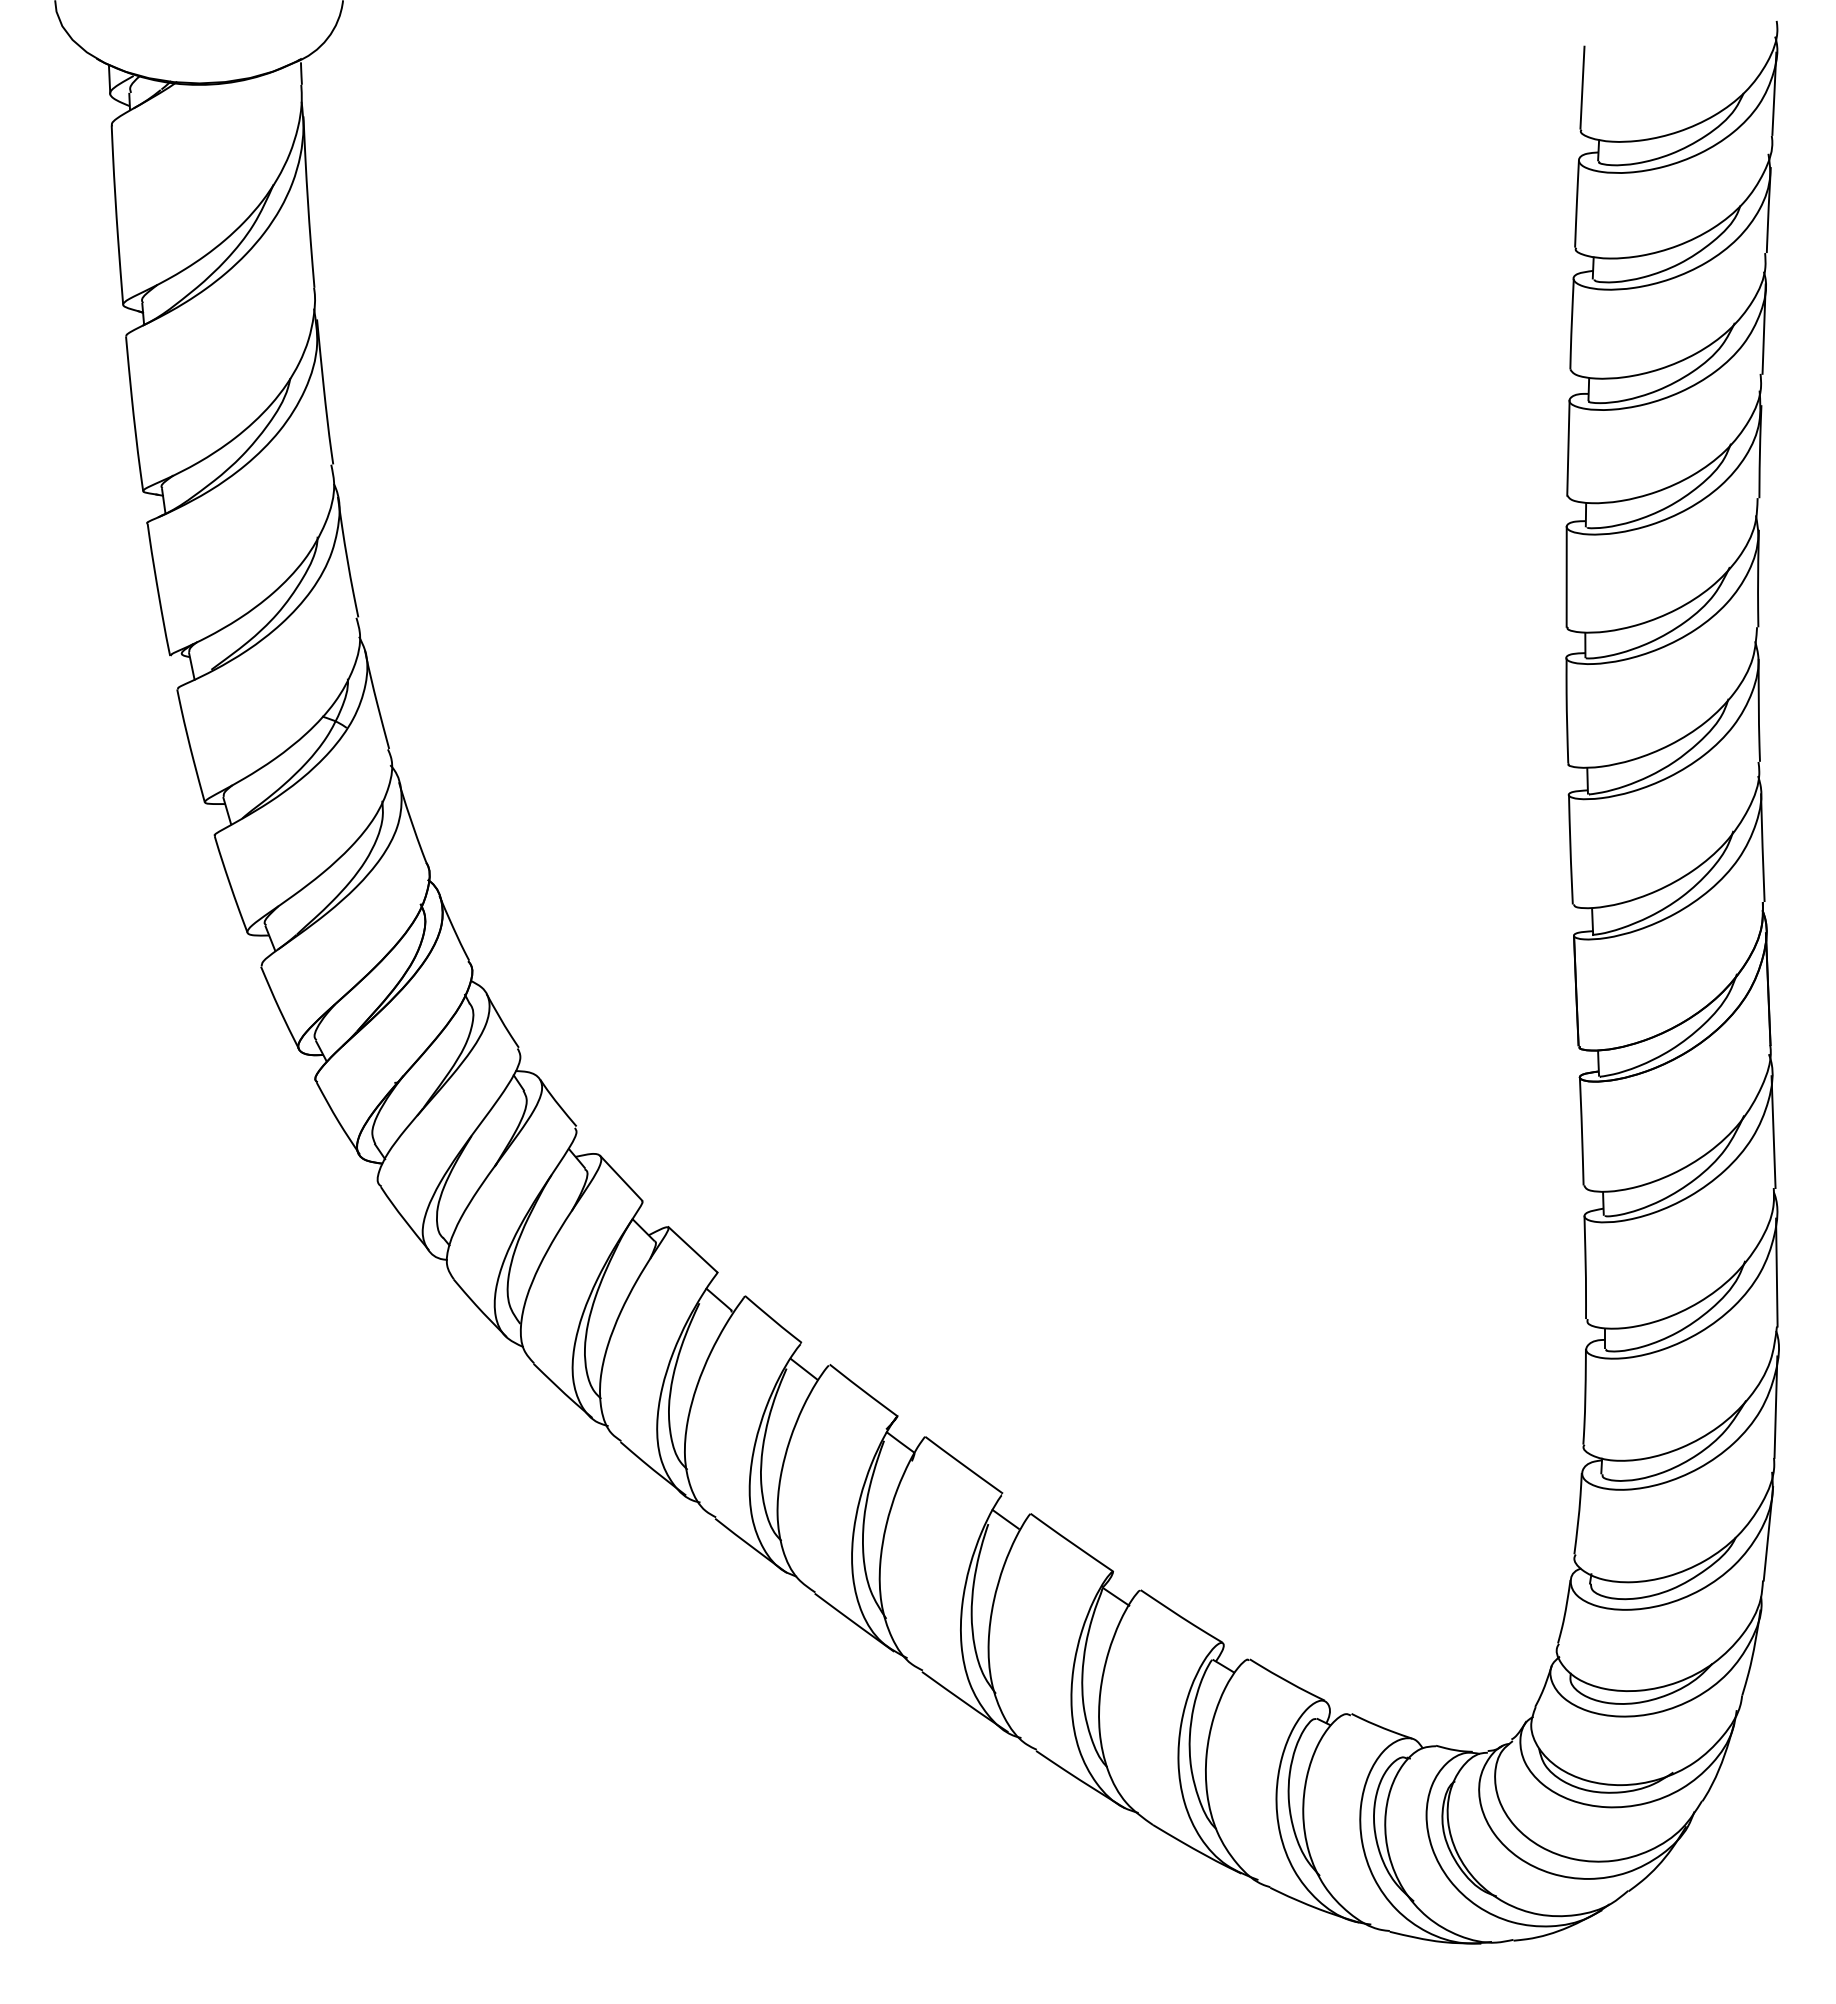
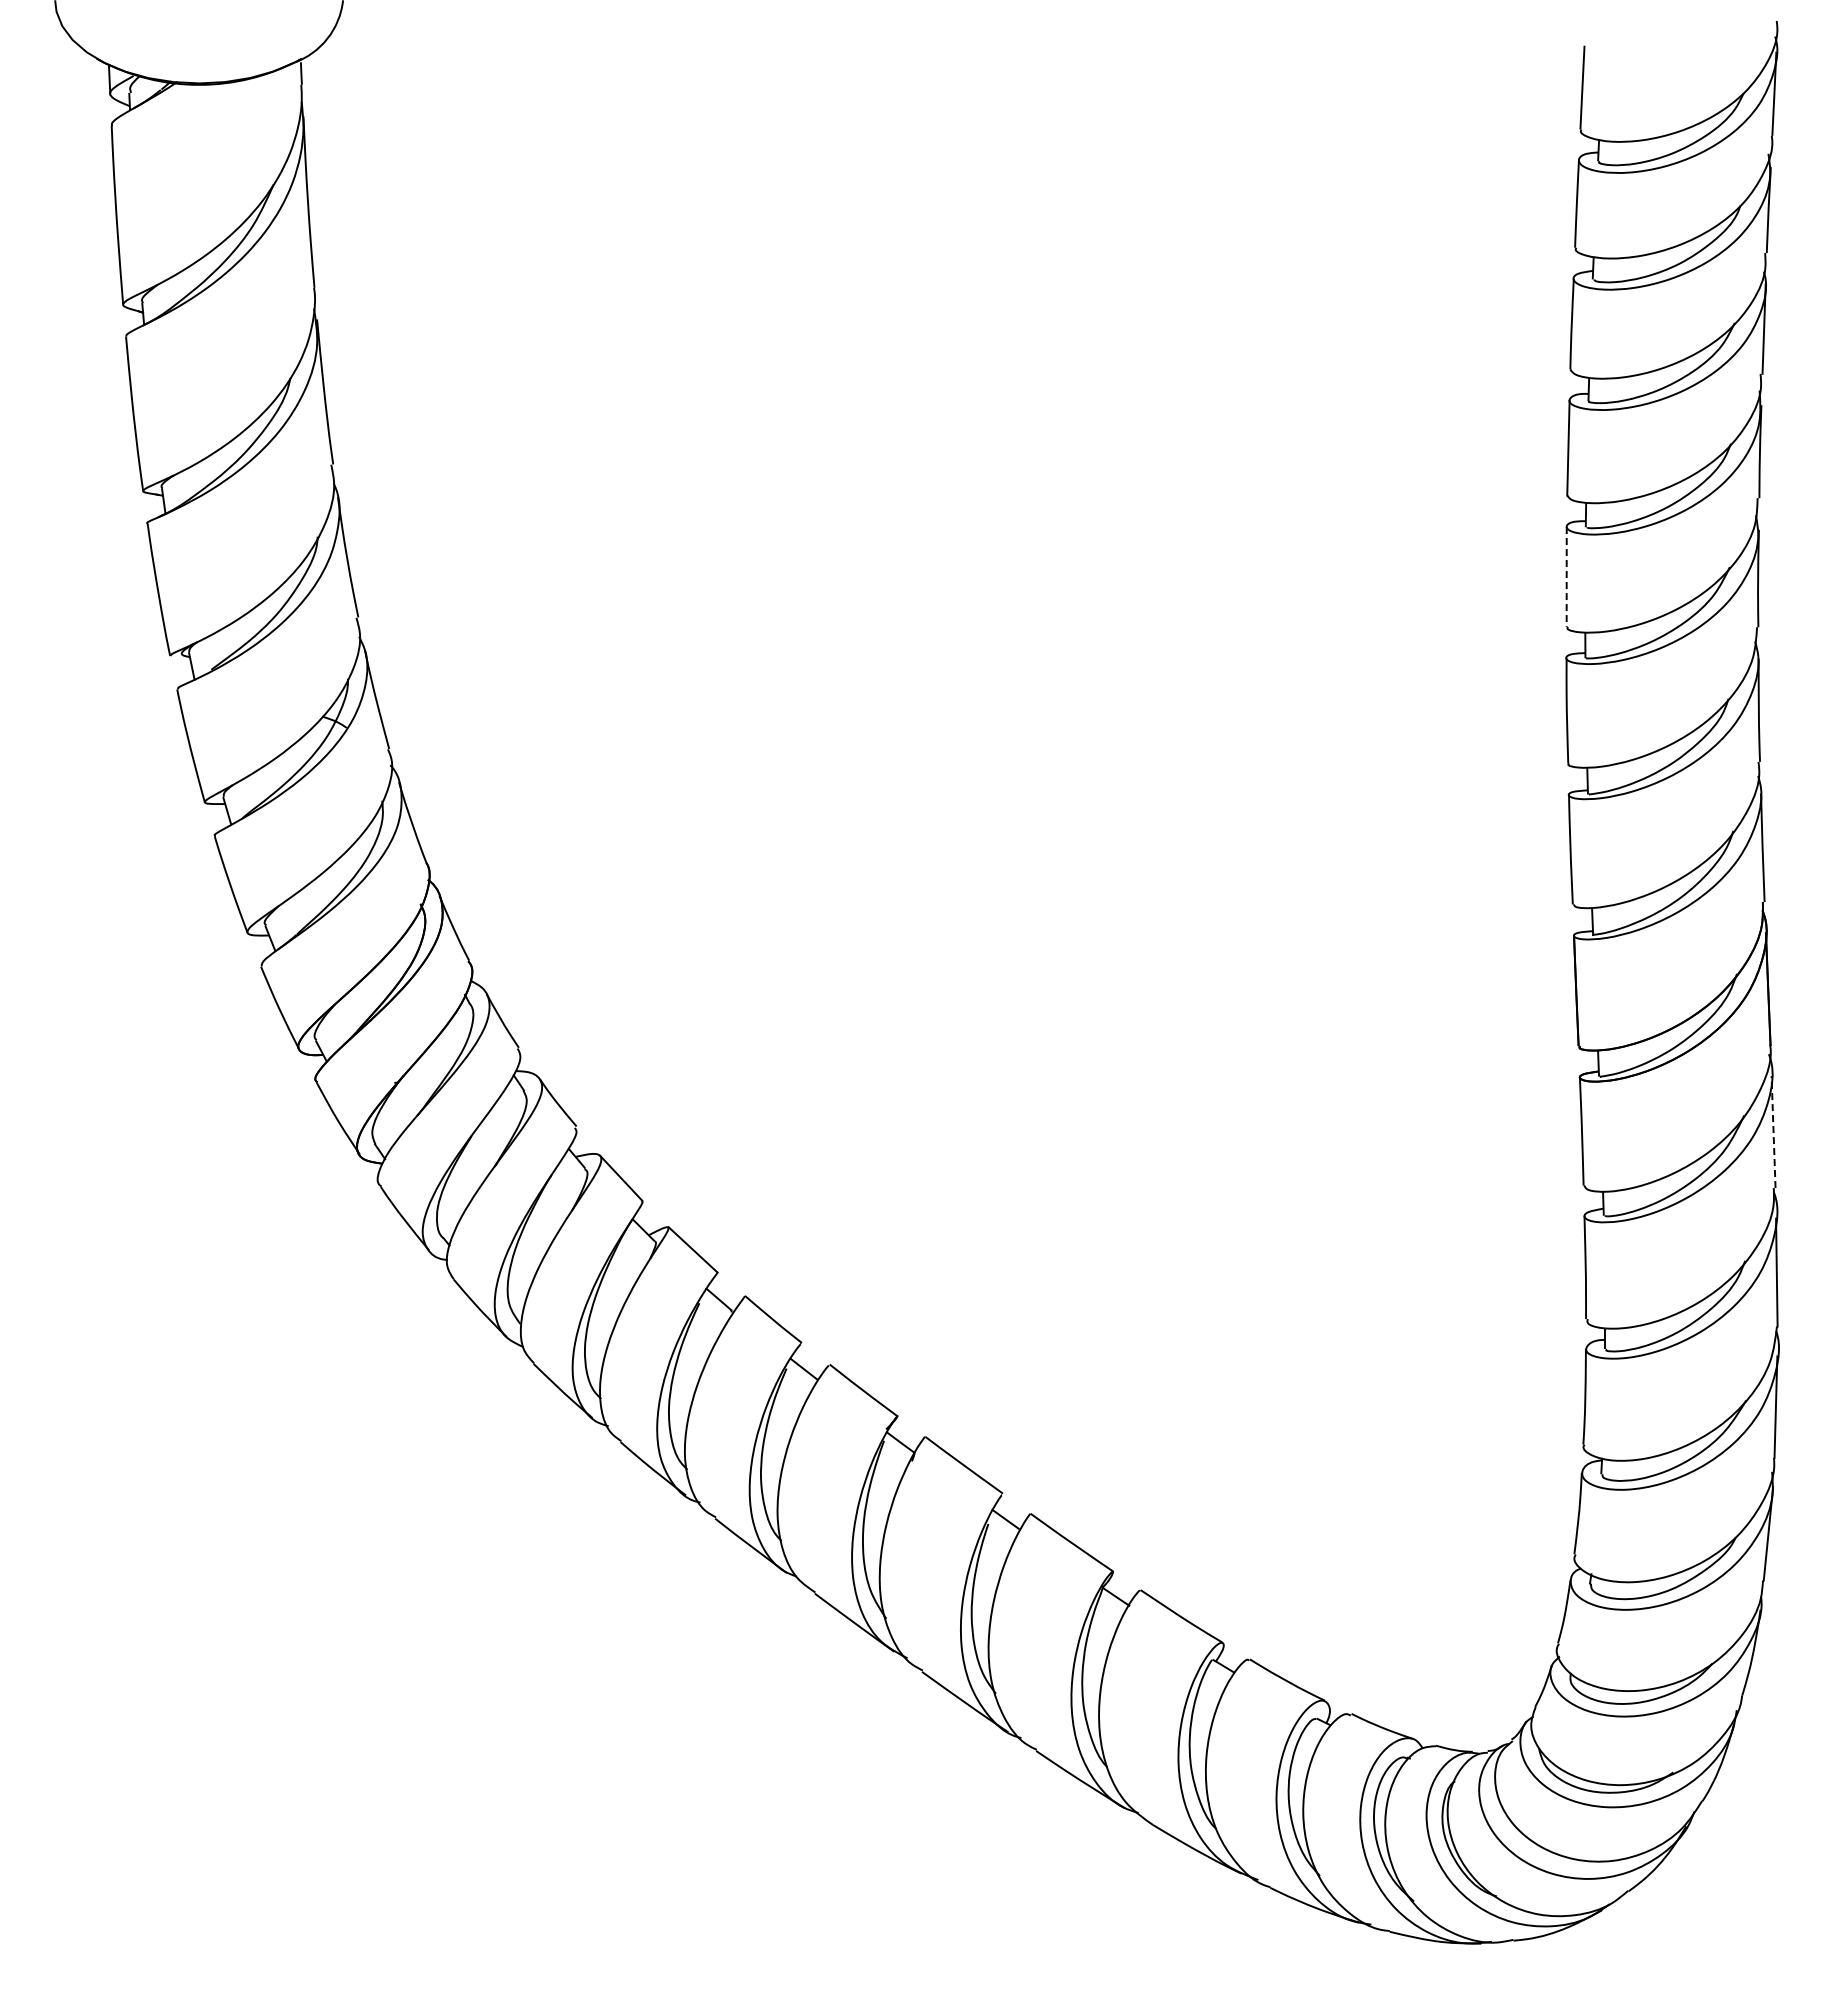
line at (1566, 576): solid -> dashed
line at (1773, 1132): solid -> dashed
